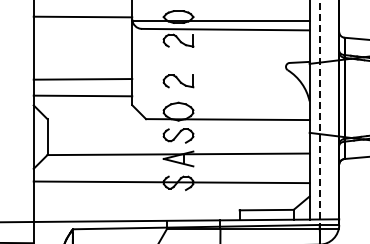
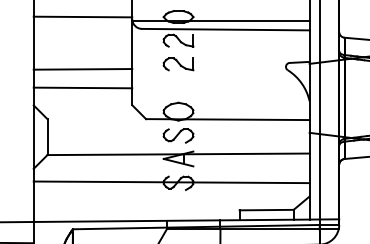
line at (82, 79) position: (82, 79) -> (82, 69)
part at (178, 81) position: (178, 81) -> (178, 64)
line at (82, 95) position: (82, 95) -> (82, 87)
line at (319, 113): dashed -> solid
